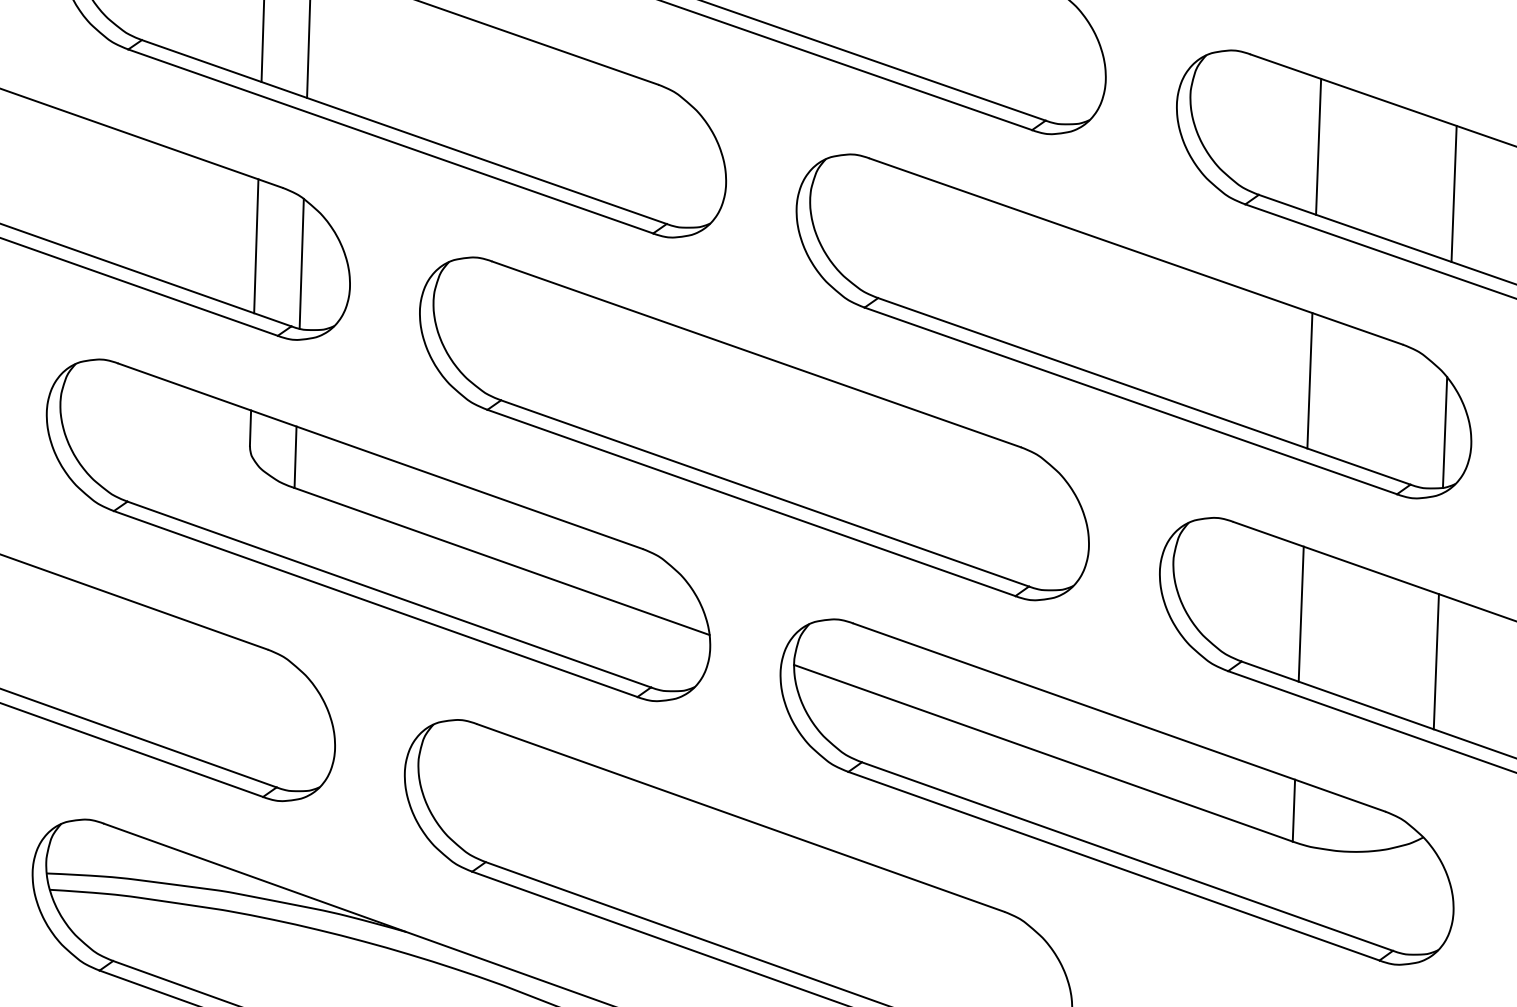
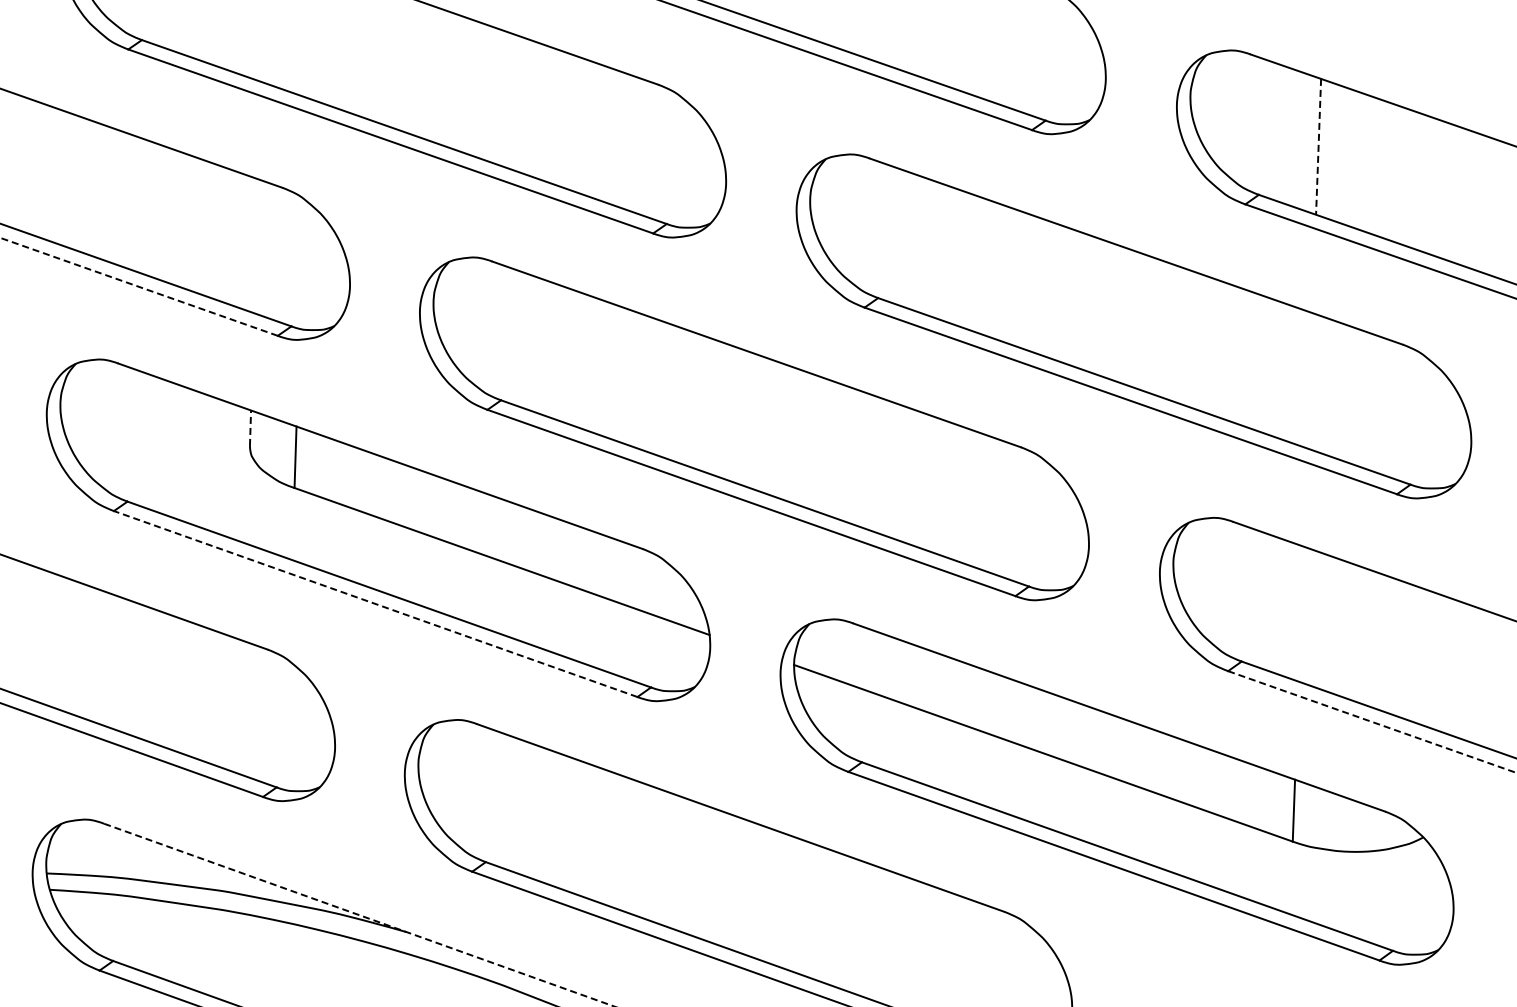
line at (262, 42): present -> none
line at (308, 49): present -> none
line at (1318, 146): solid -> dashed
line at (1453, 193): present -> none
line at (256, 246): present -> none
line at (301, 263): present -> none
line at (139, 286): solid -> dashed
line at (1309, 380): present -> none
line at (250, 428): solid -> dashed
line at (1444, 432): present -> none
line at (375, 604): solid -> dashed
line at (1300, 613): present -> none
line at (1435, 661): present -> none
line at (1372, 722): solid -> dashed
line at (359, 915): solid -> dashed
